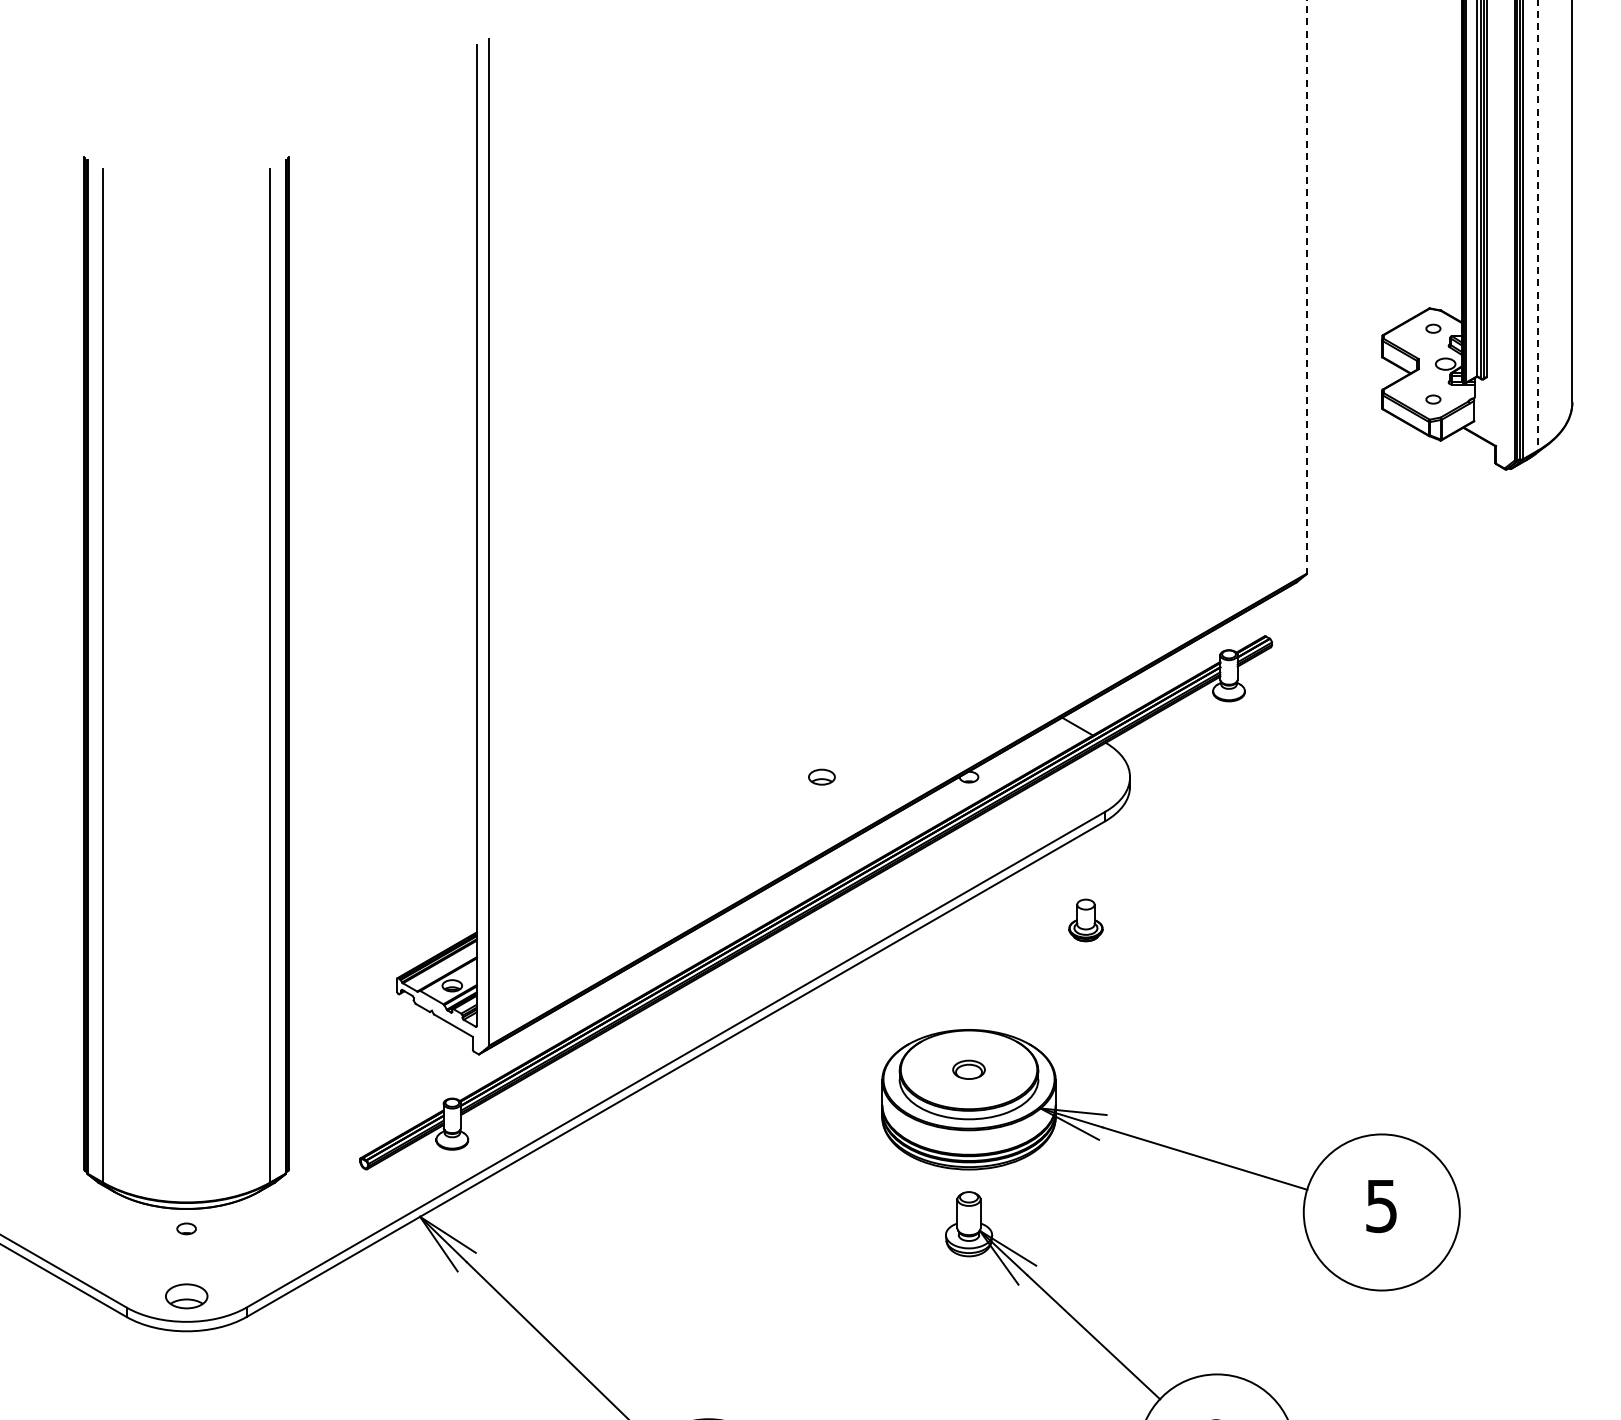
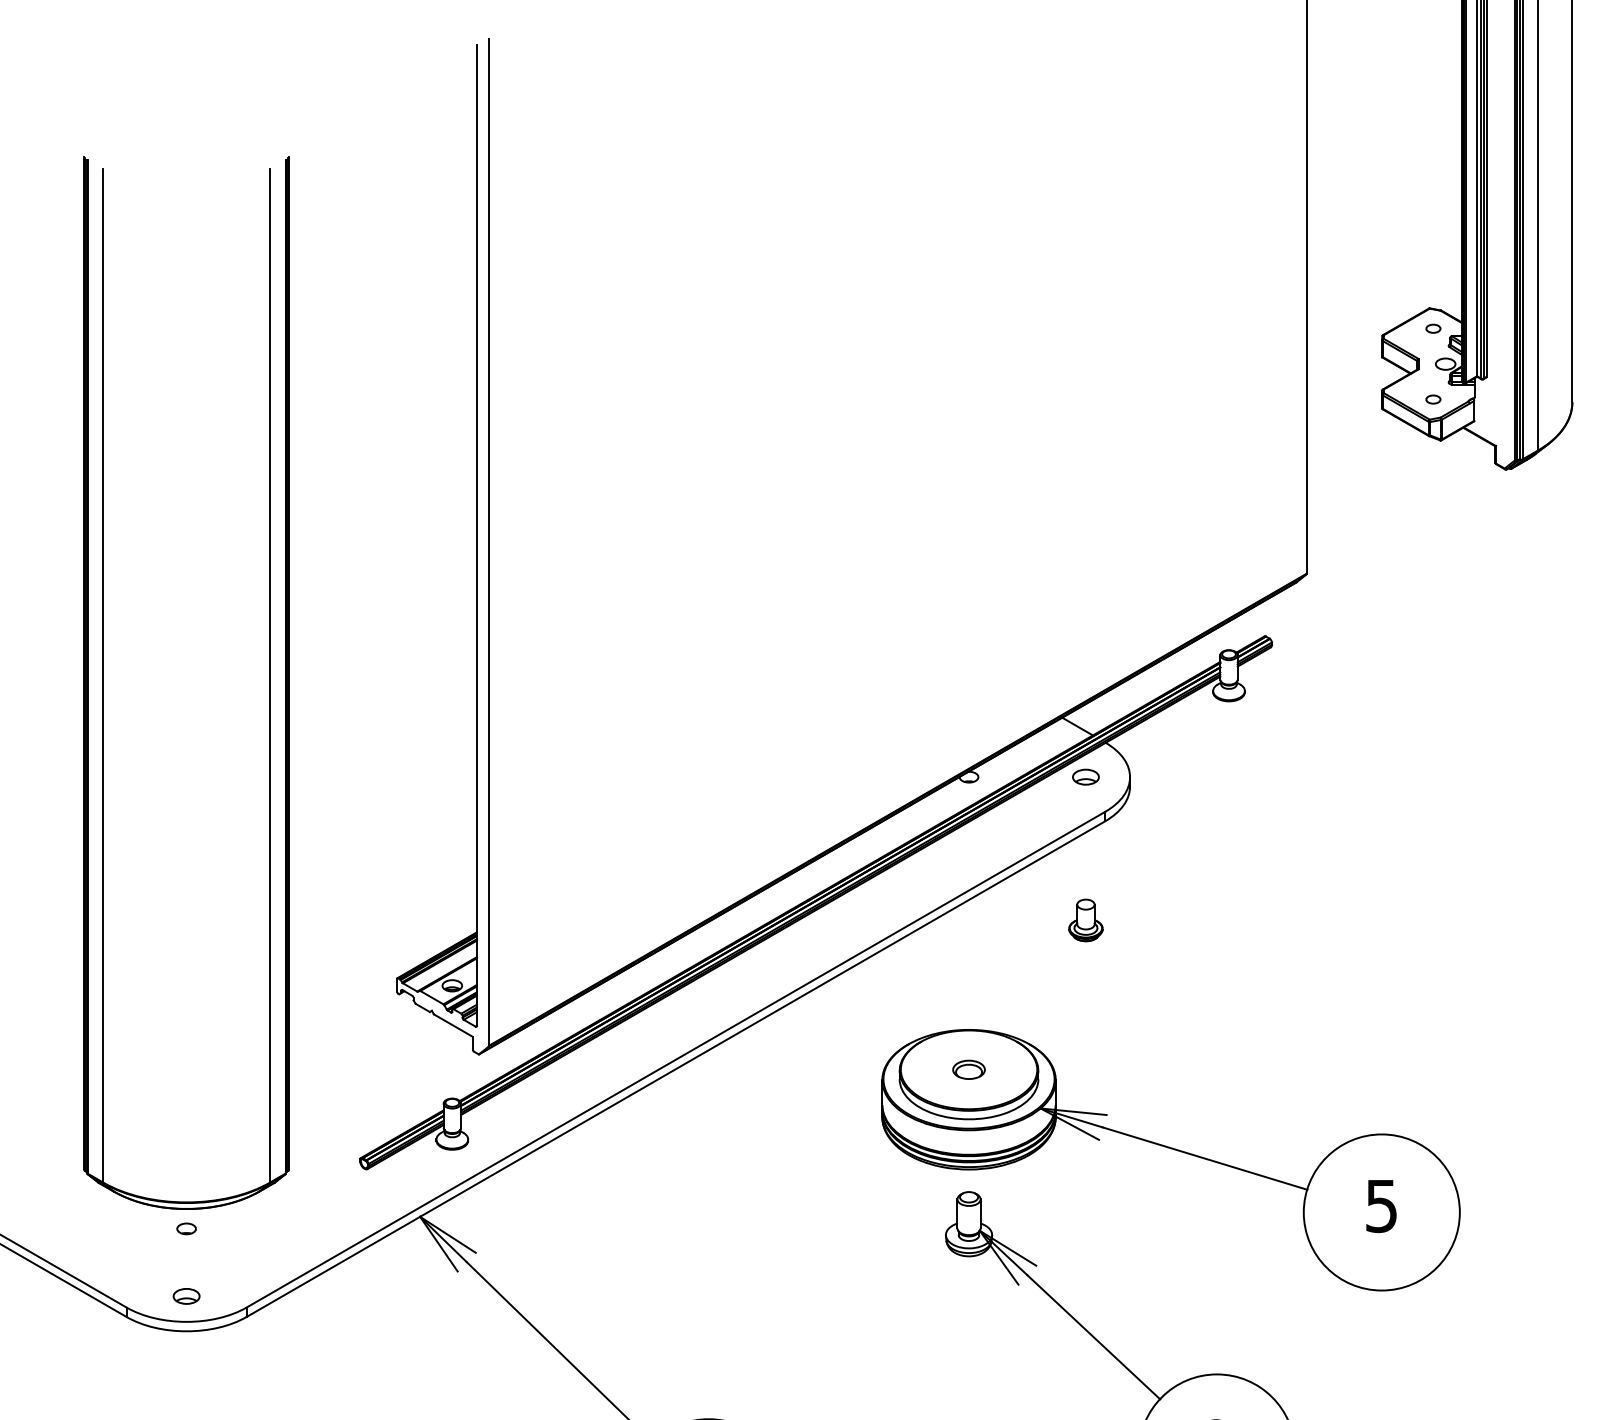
line at (1537, 225): dashed -> solid
line at (1306, 287): dashed -> solid
part at (821, 776) position: (821, 776) -> (1085, 776)
part at (186, 1296) size: 44x27 px -> 29x17 px
